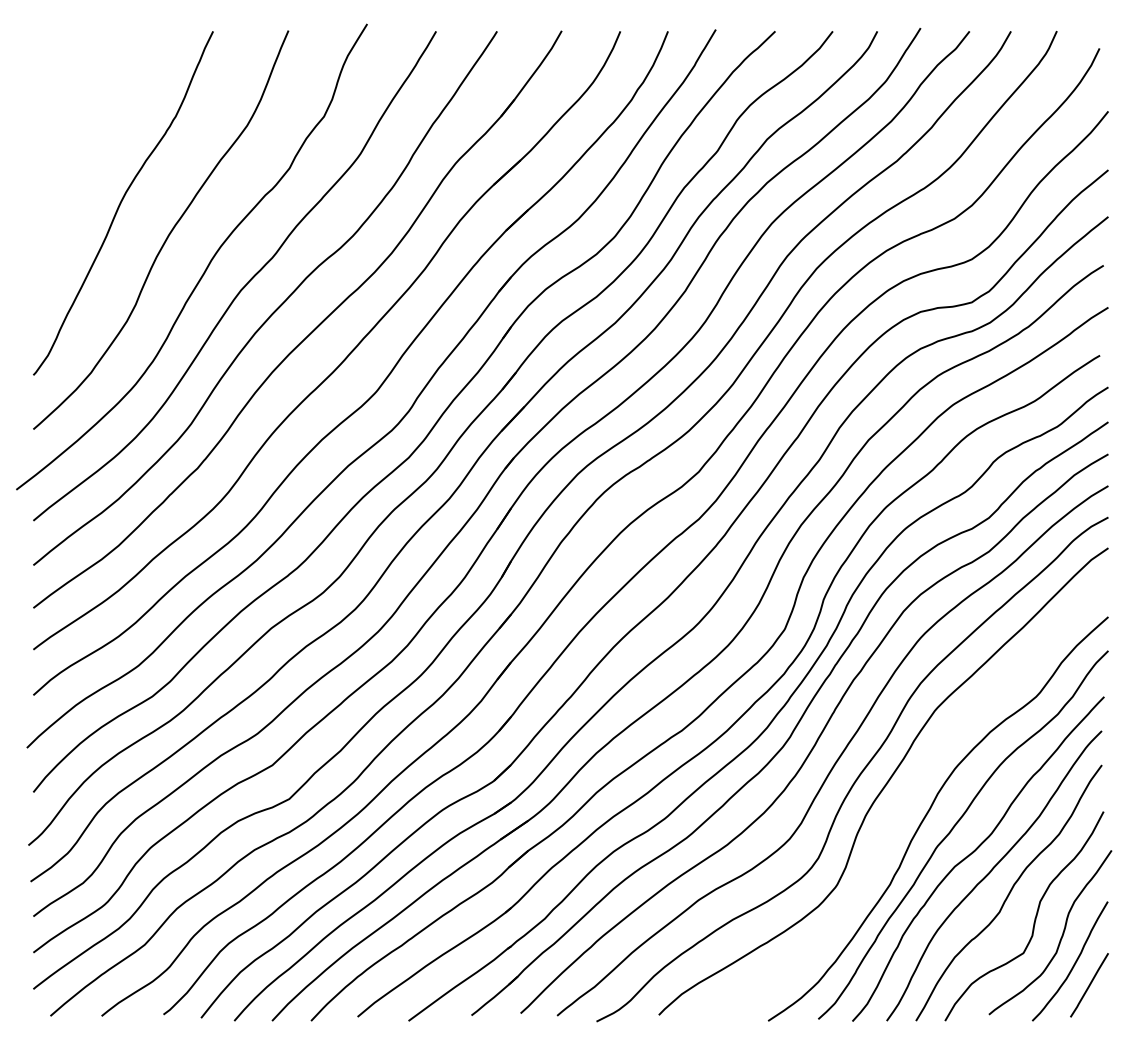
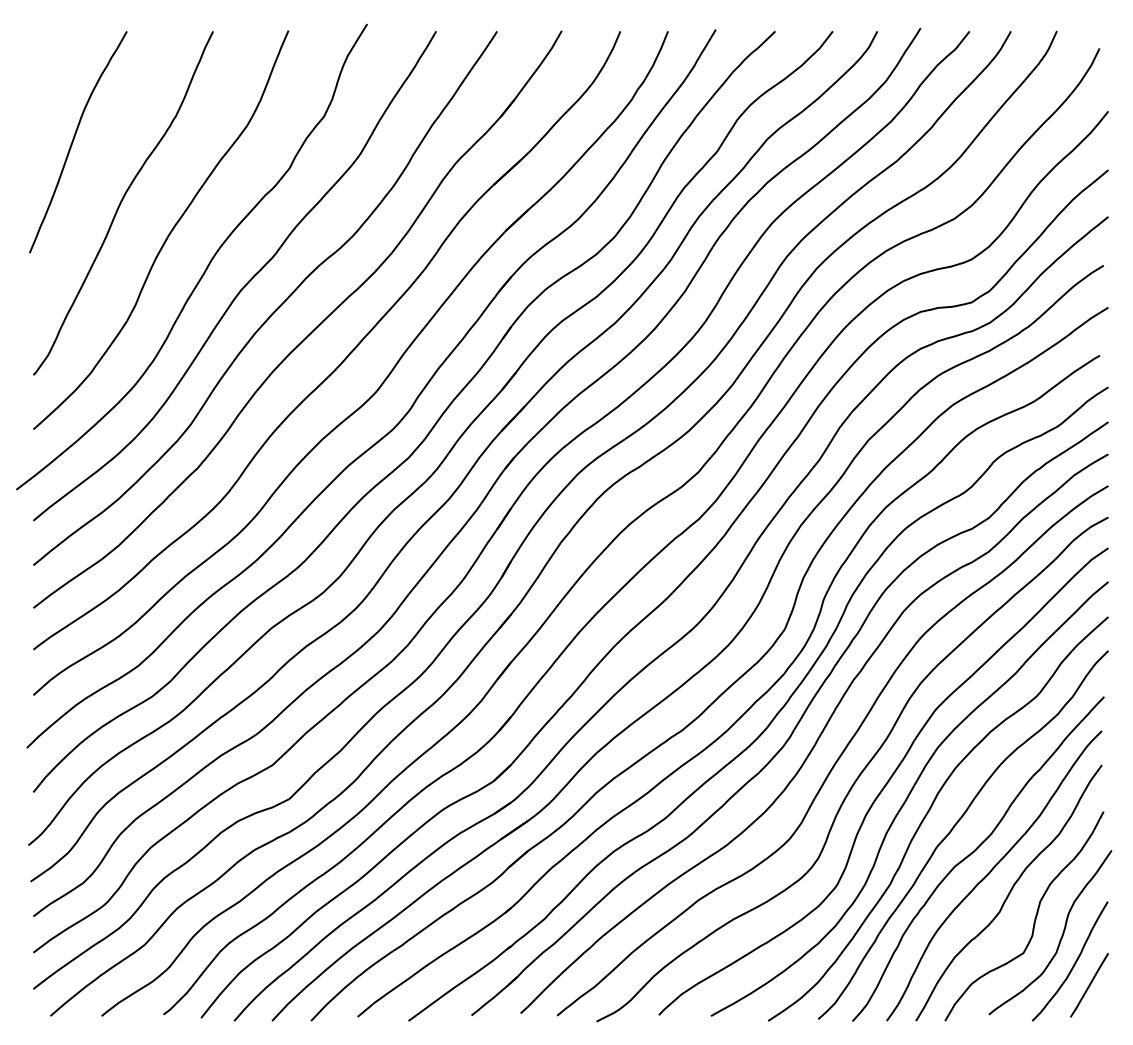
curve at (74, 139): none -> present
curve at (908, 798): none -> present
